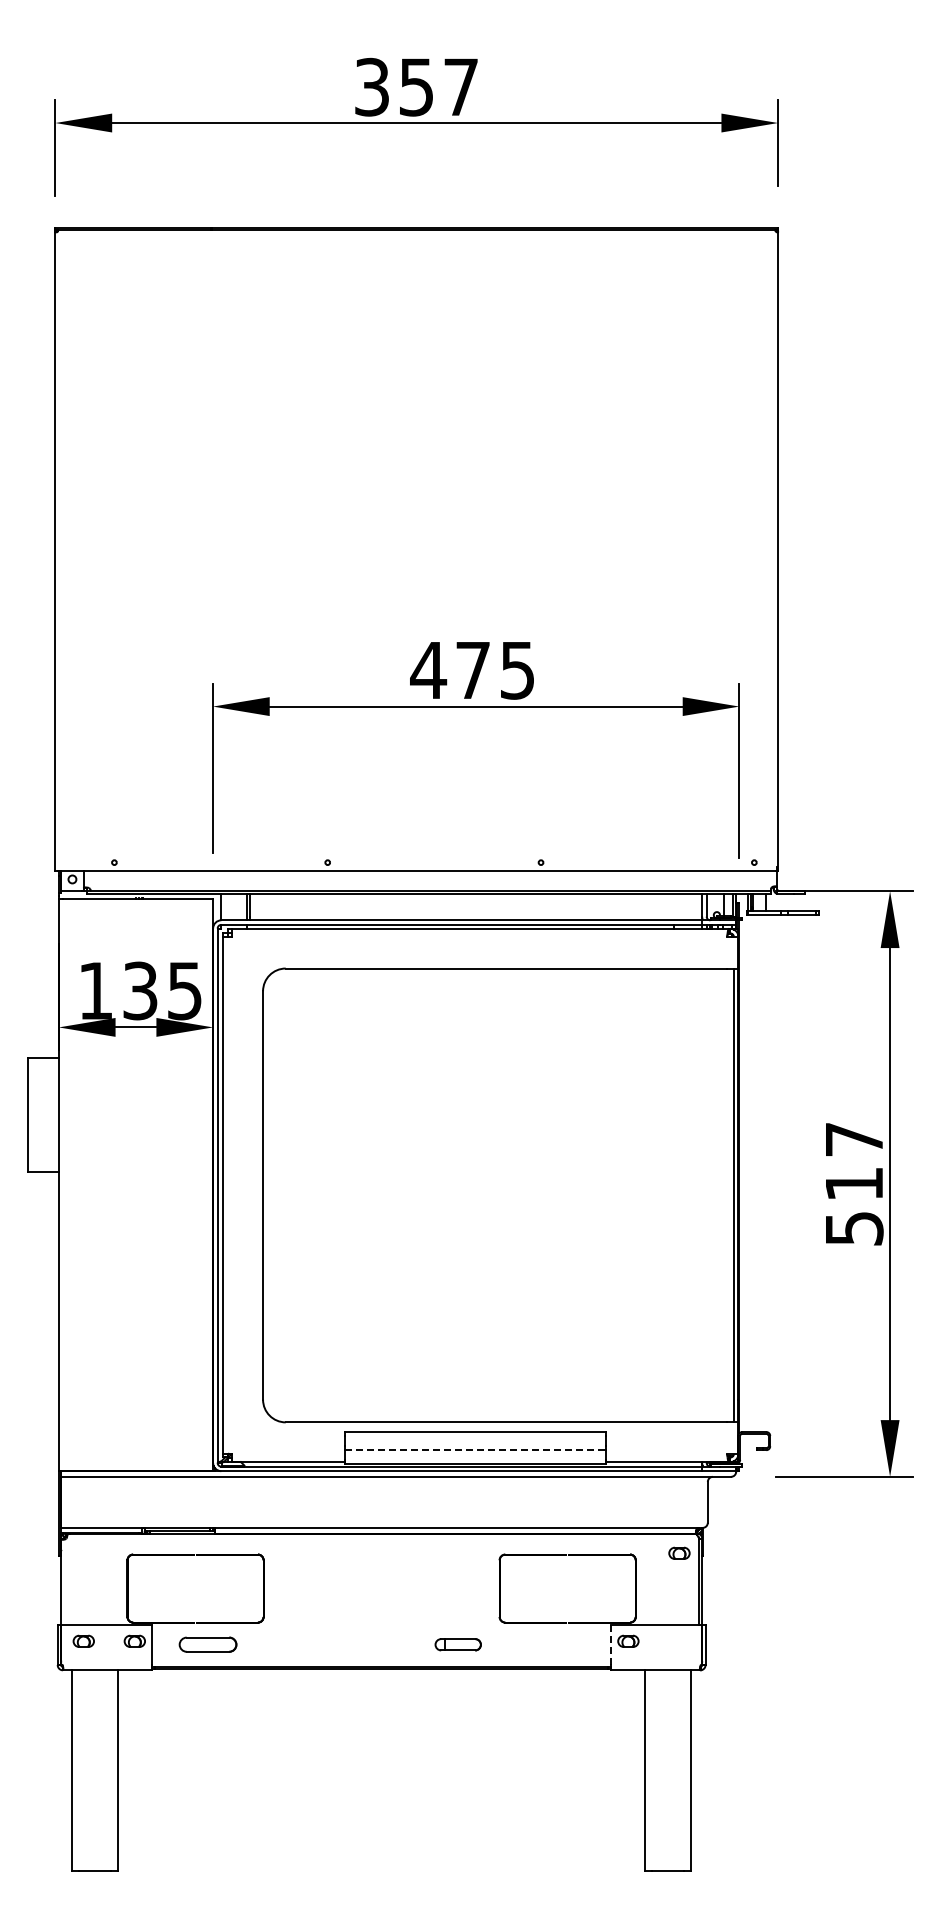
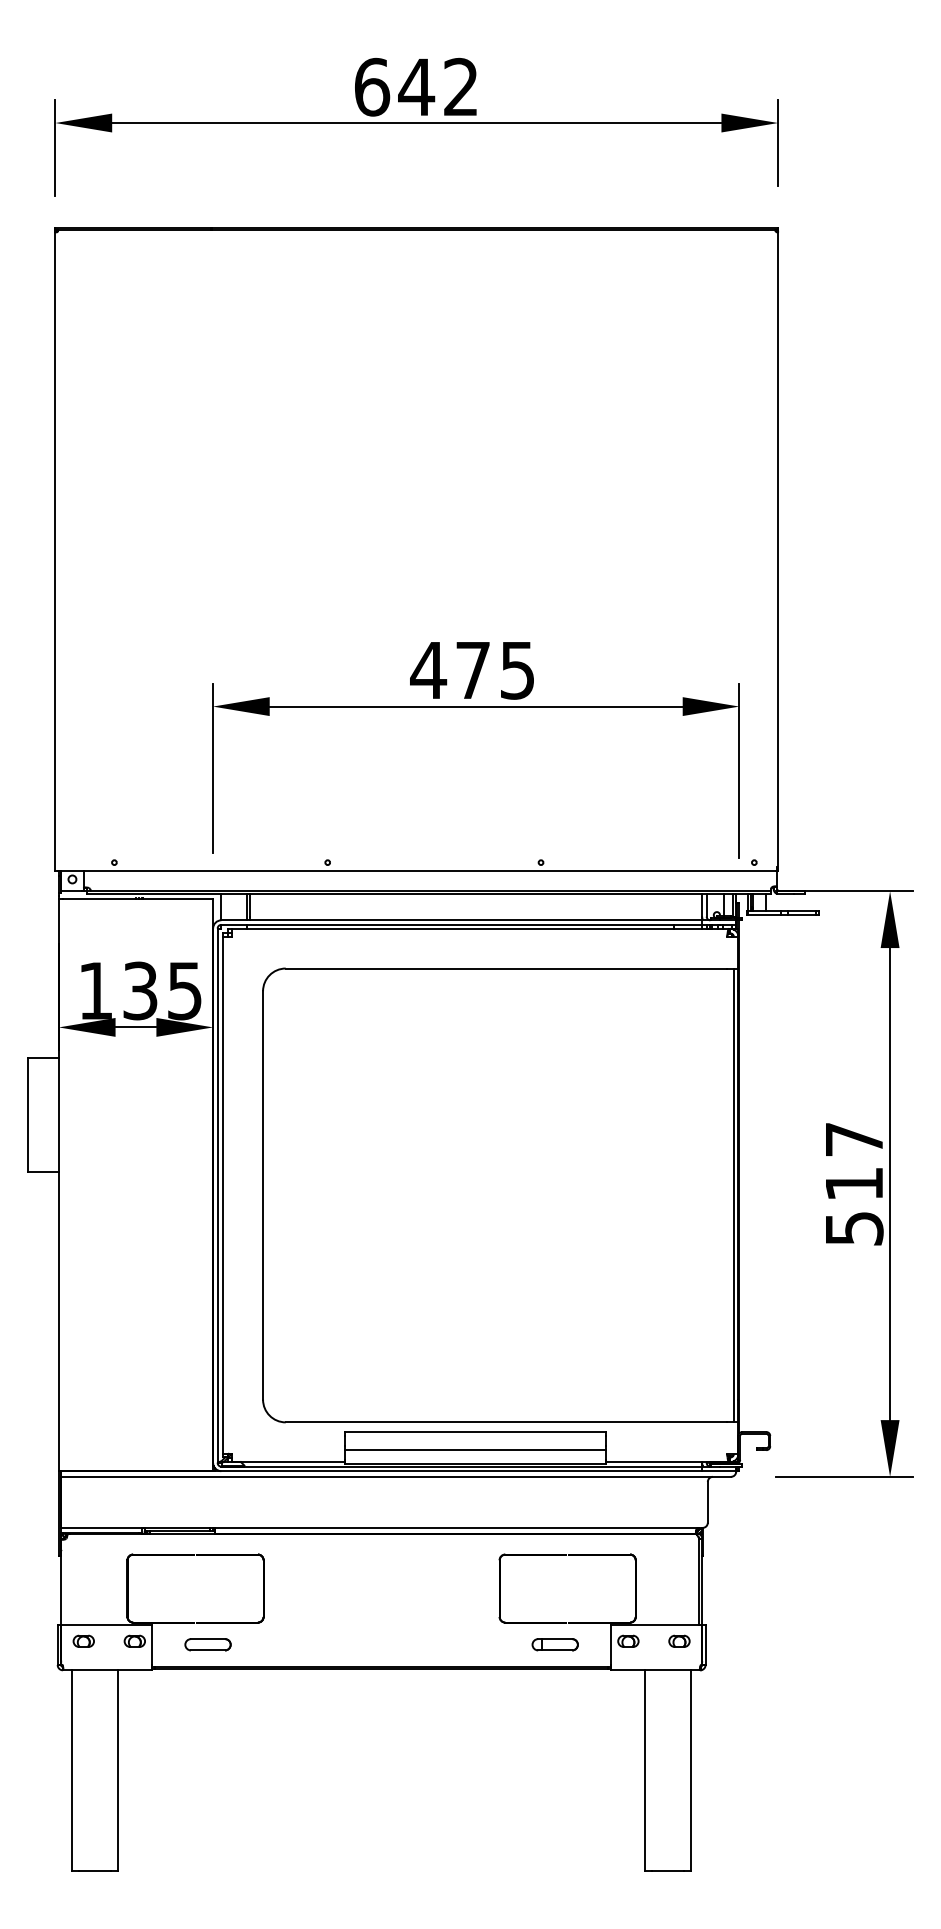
text at (416, 86): 357 -> 642
line at (476, 1450): dashed -> solid
part at (679, 1552) position: (679, 1552) -> (679, 1640)
part at (207, 1644) size: 60x17 px -> 48x14 px
part at (457, 1644) position: (457, 1644) -> (554, 1644)
line at (611, 1645): dashed -> solid
